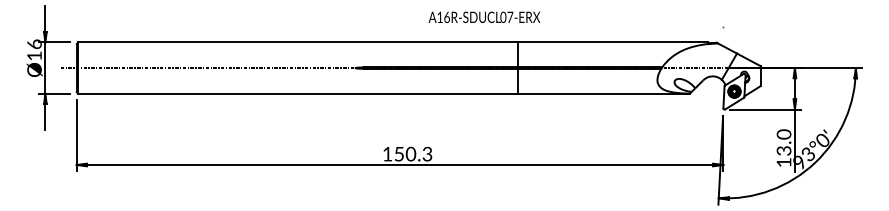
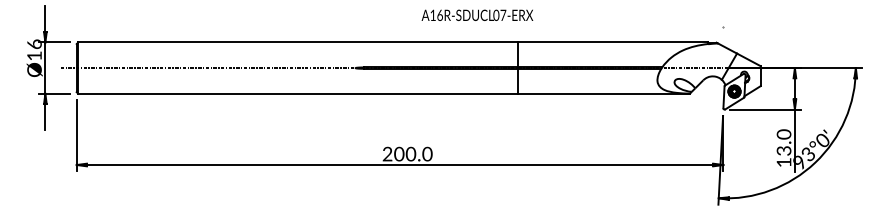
text at (484, 16) position: (484, 16) -> (477, 14)
text at (407, 153): 150.3 -> 200.0
